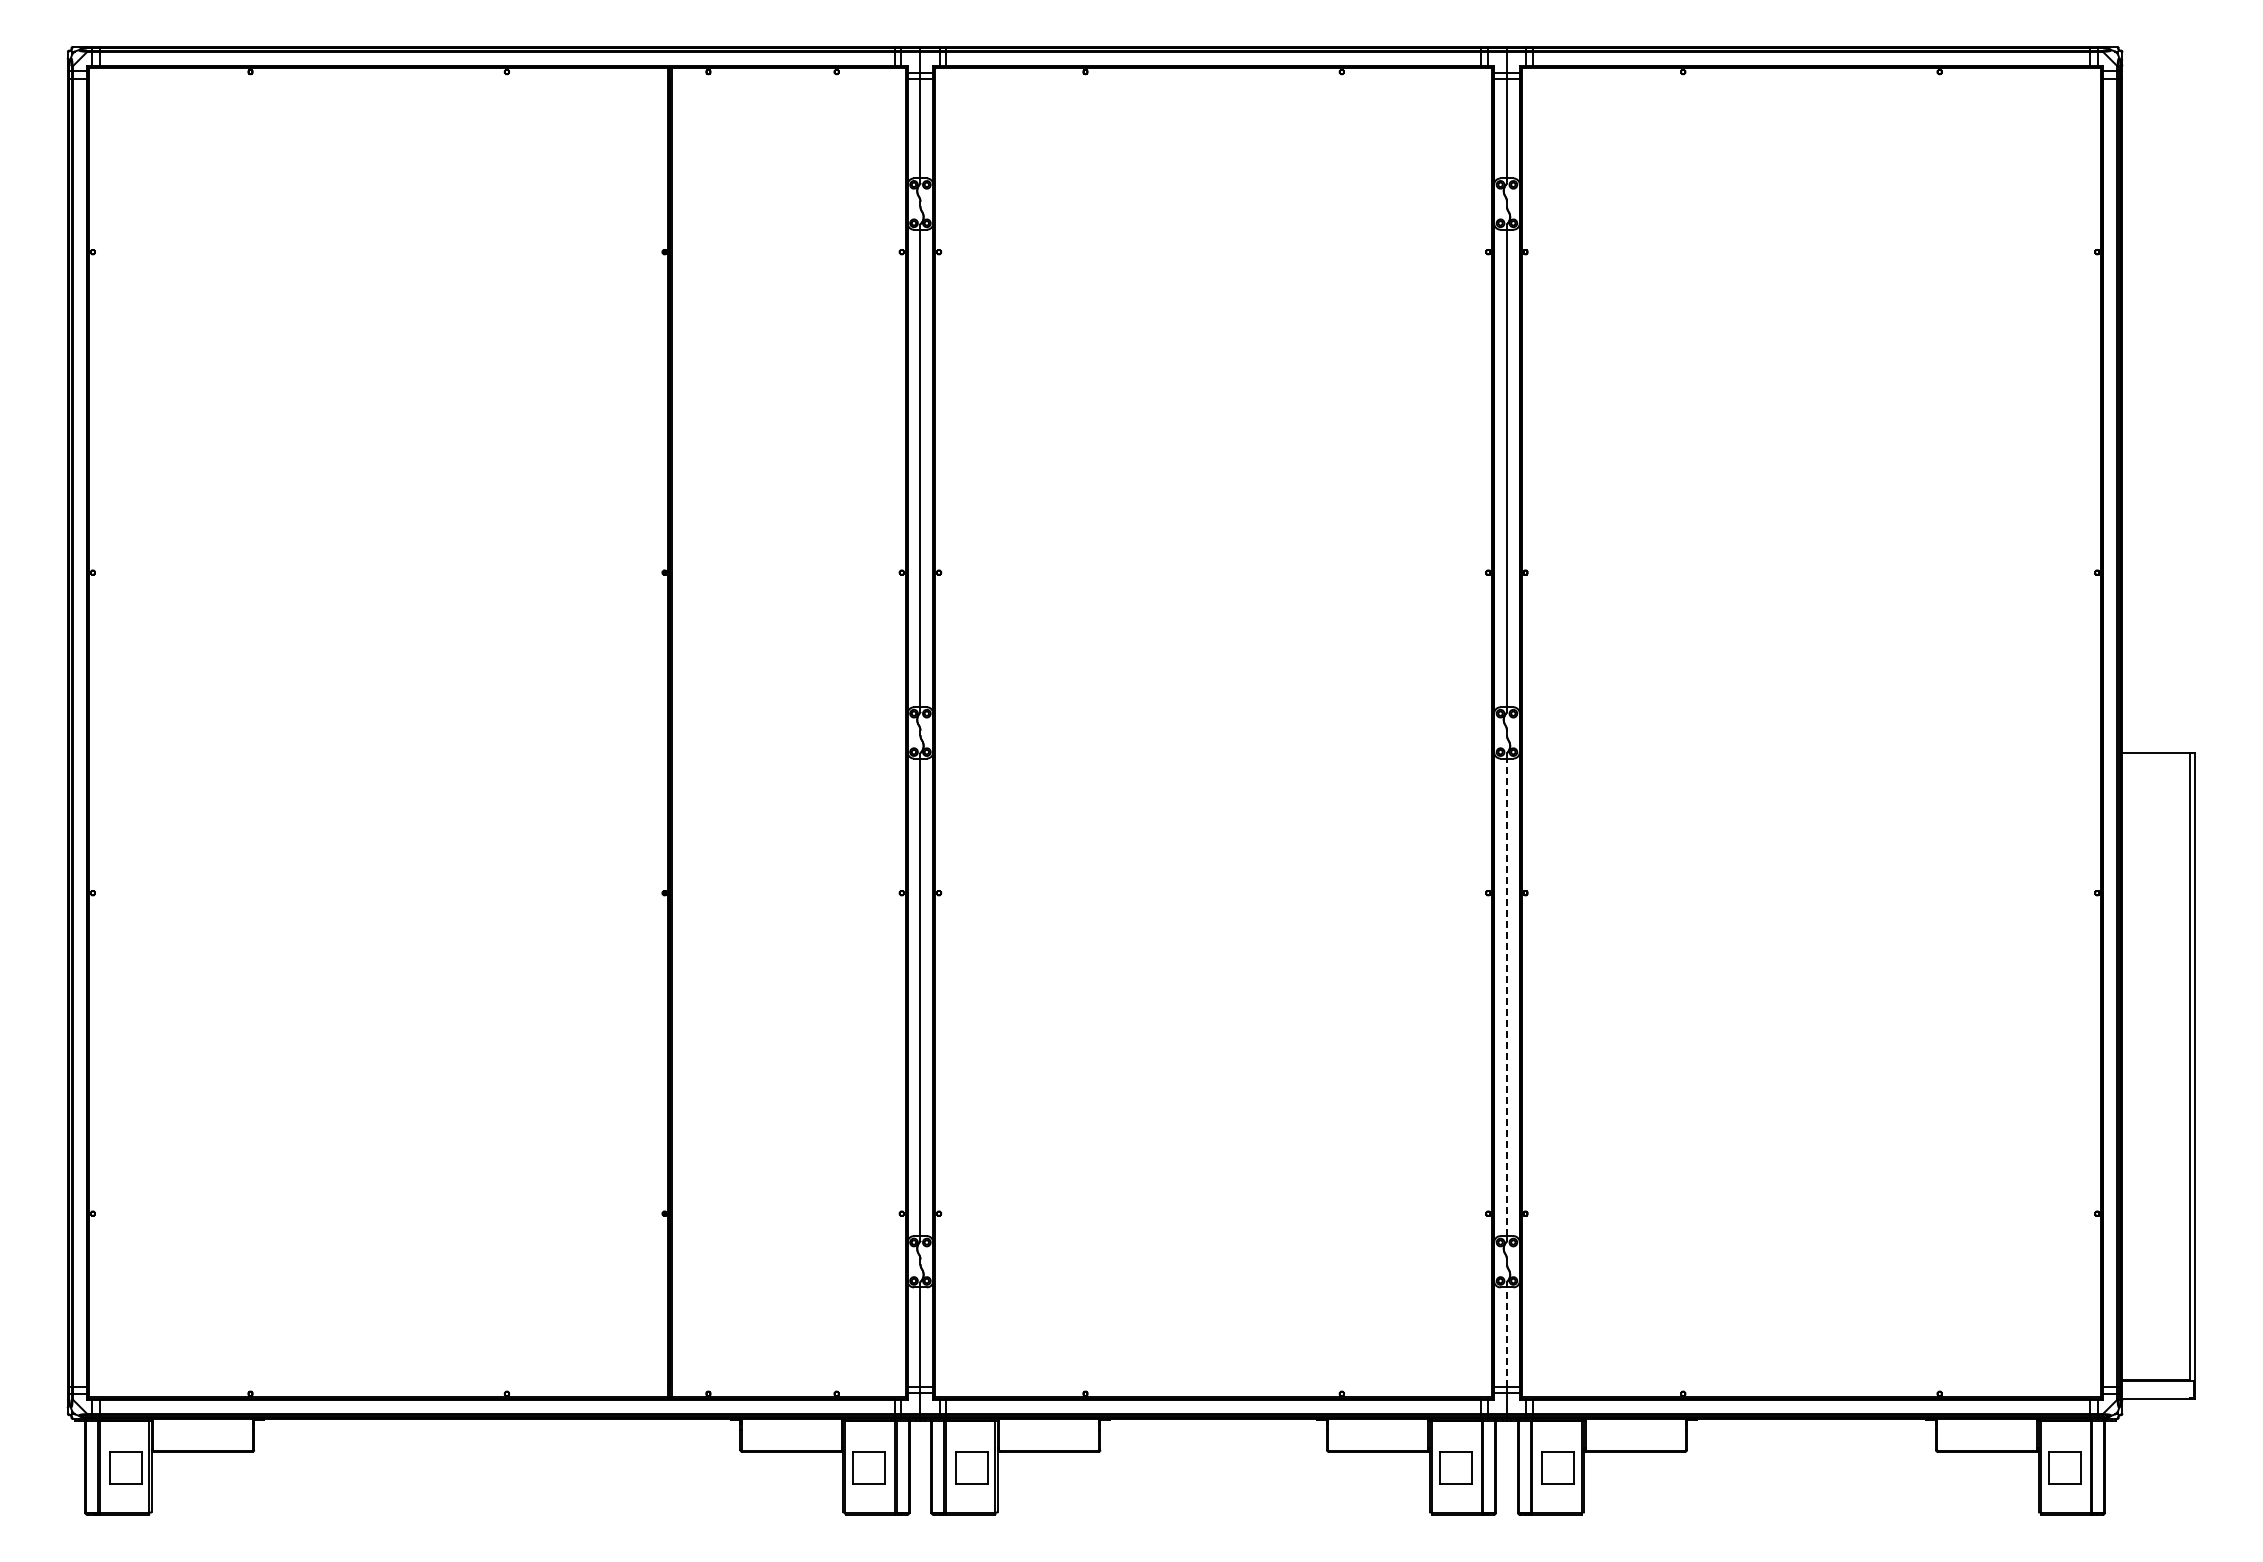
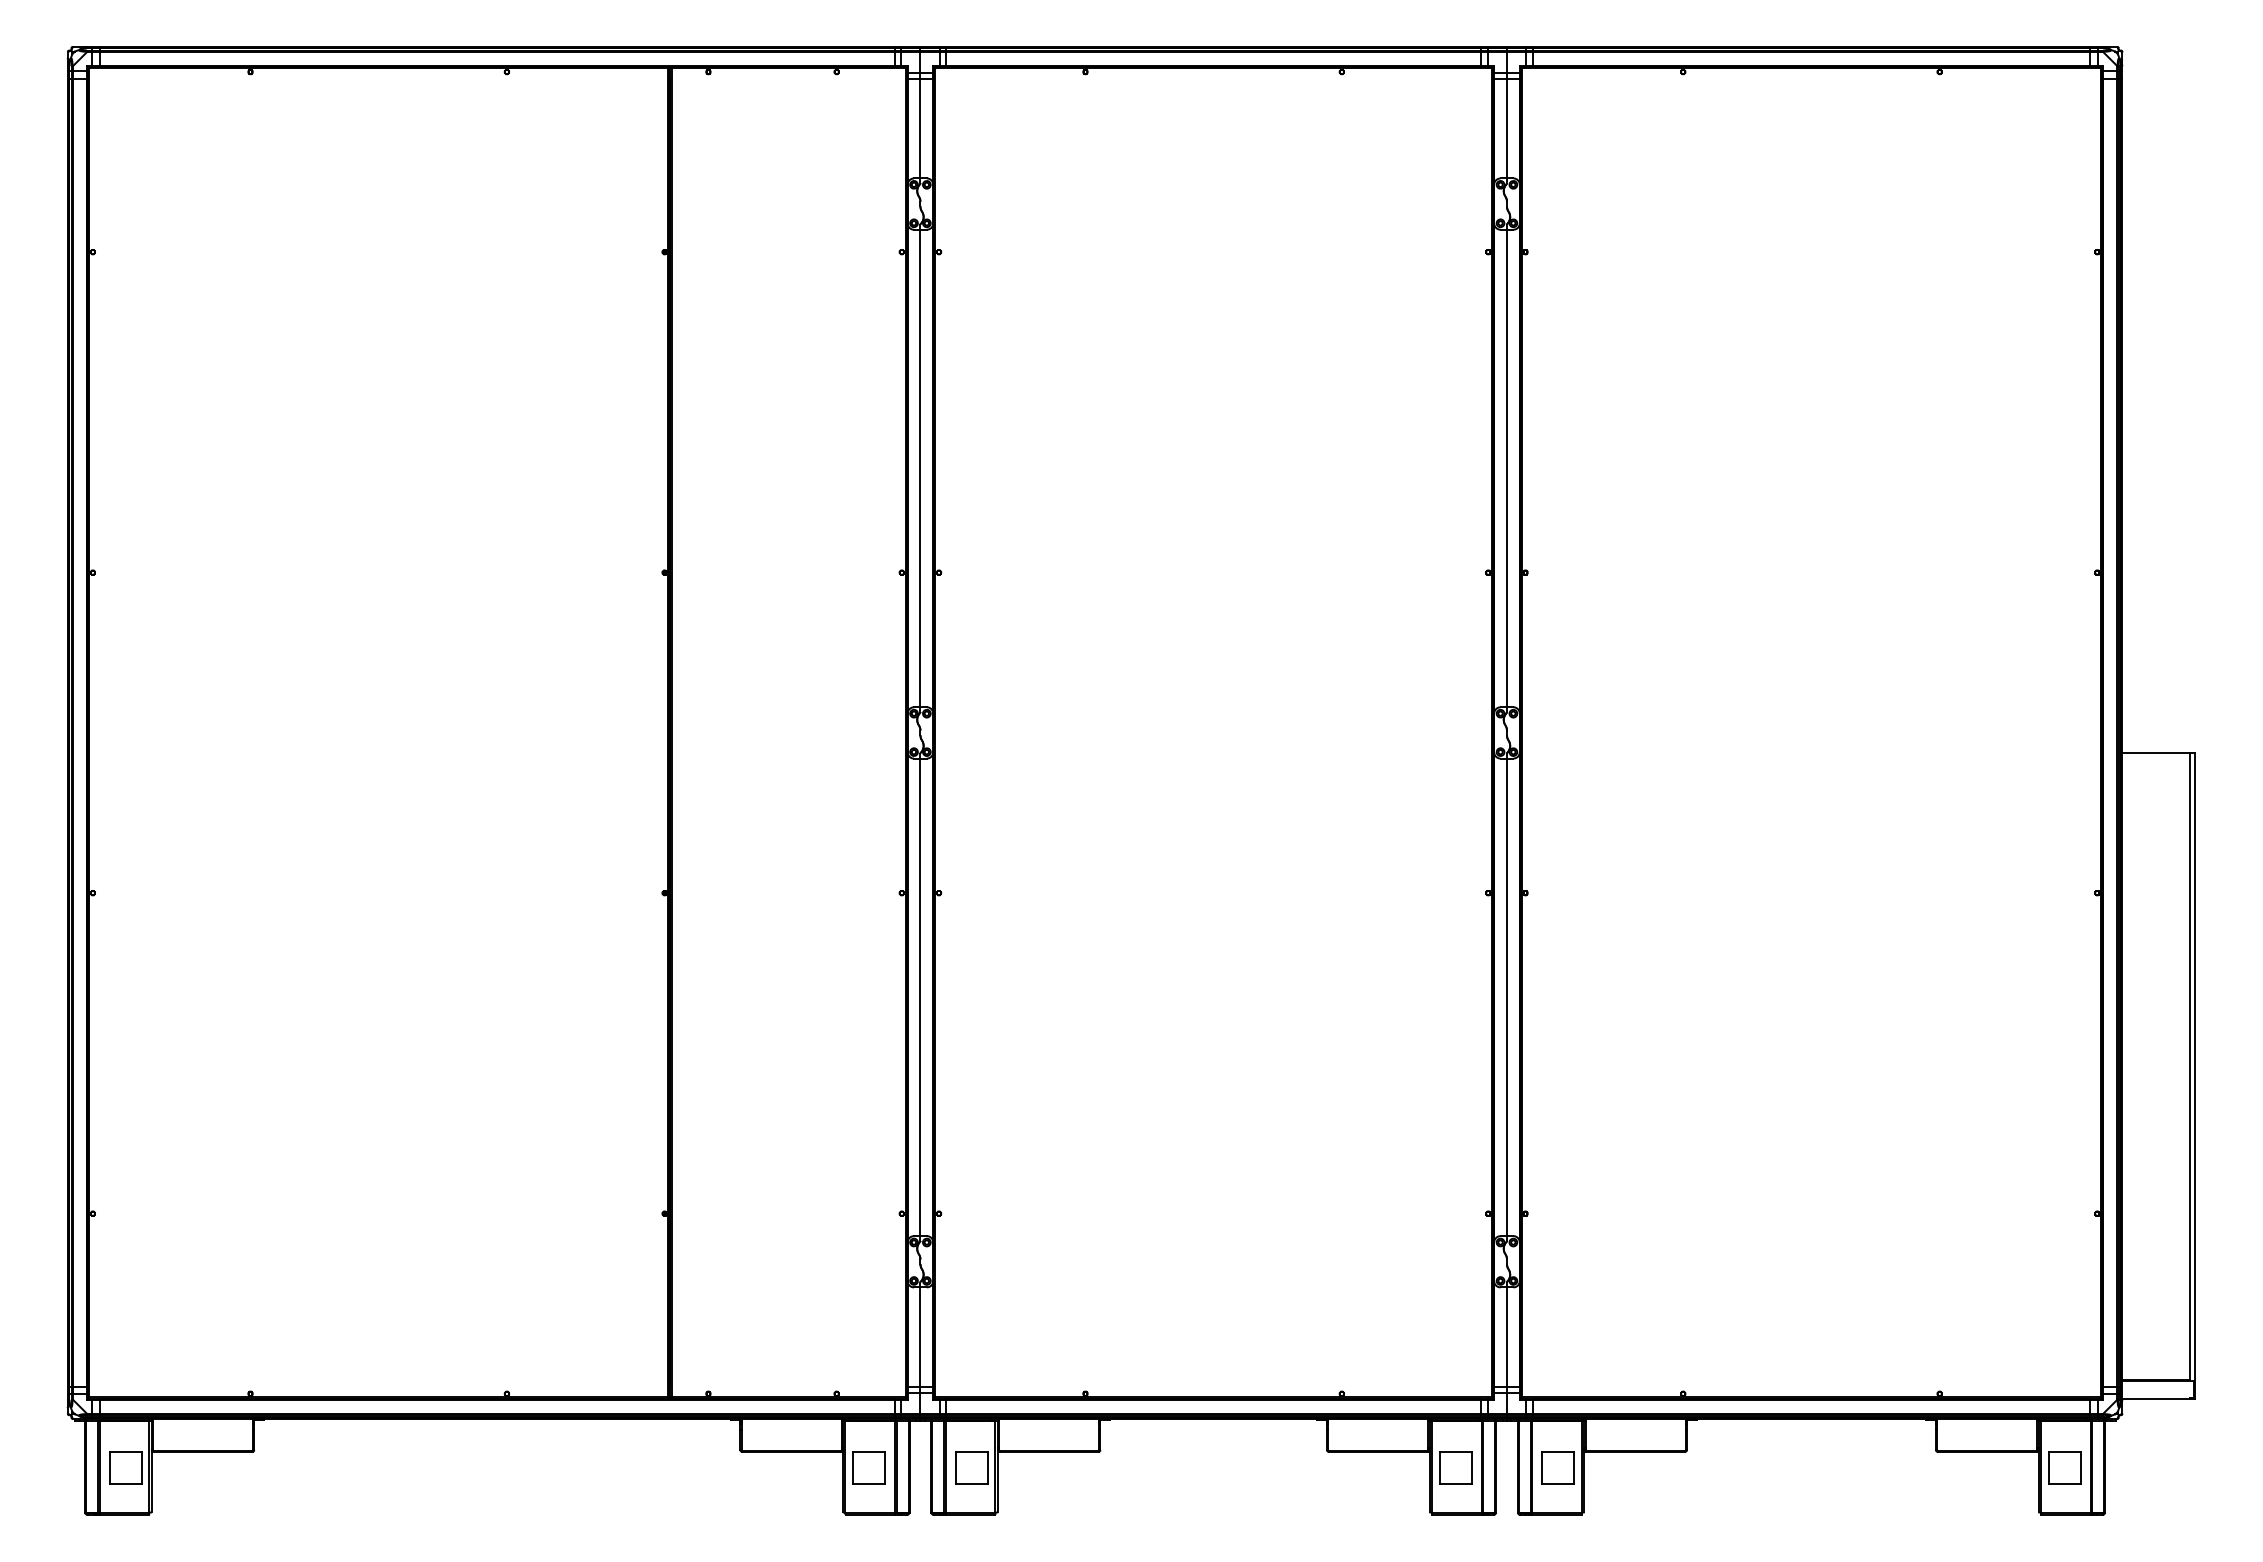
line at (1506, 997): dashed -> solid
line at (1506, 1337): dashed -> solid
